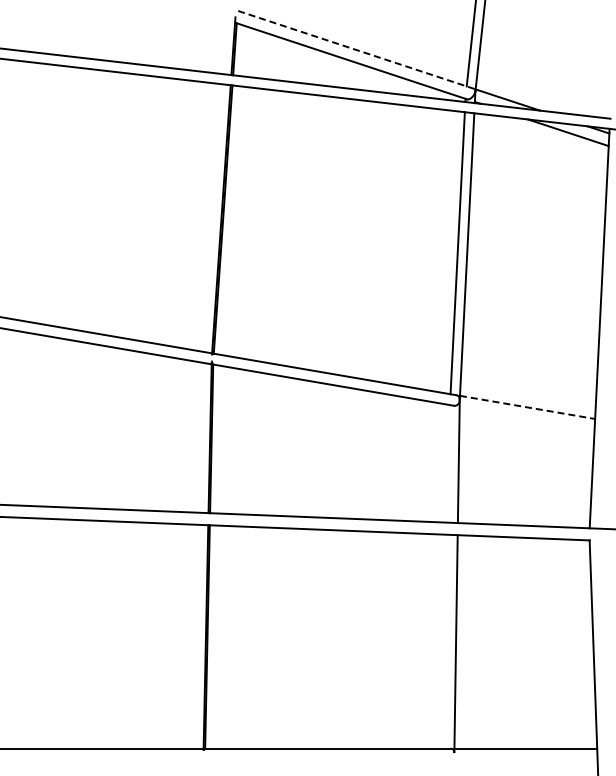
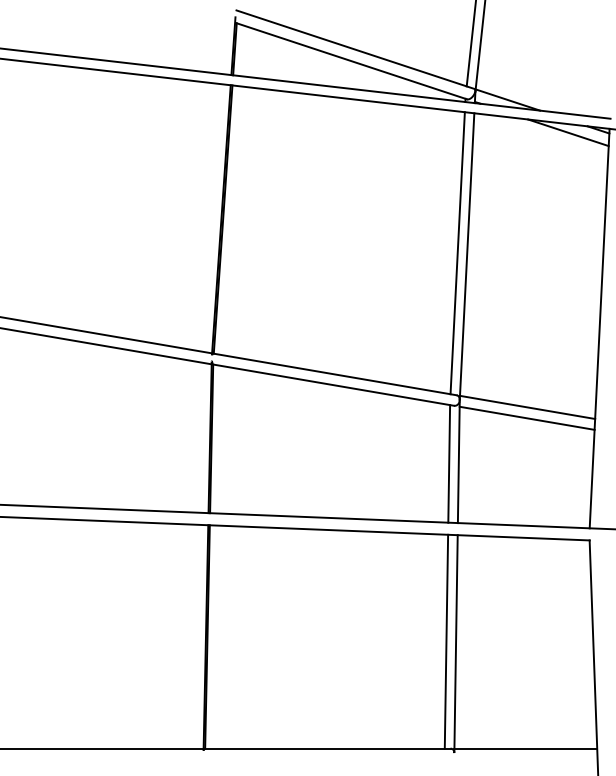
line at (355, 49): dashed -> solid
line at (527, 407): dashed -> solid
line at (526, 417): none -> present
line at (449, 463): none -> present
line at (446, 641): none -> present
